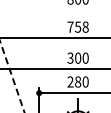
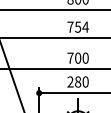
line at (54, 10): none -> present
text at (85, 26): 758 -> 754
text at (70, 57): 300 -> 700
line at (12, 76): dashed -> solid
